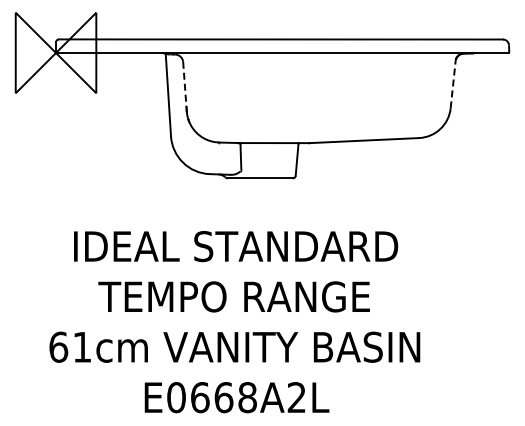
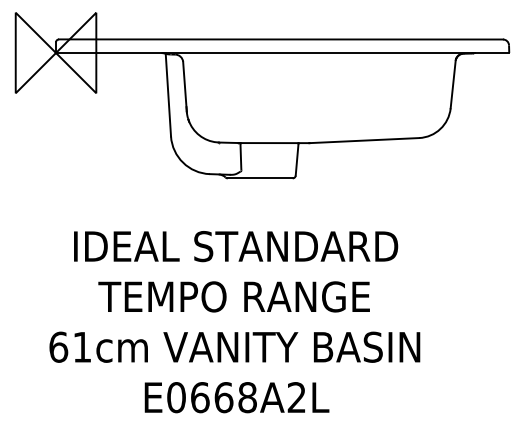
line at (453, 84): dashed -> solid
line at (185, 87): dashed -> solid
